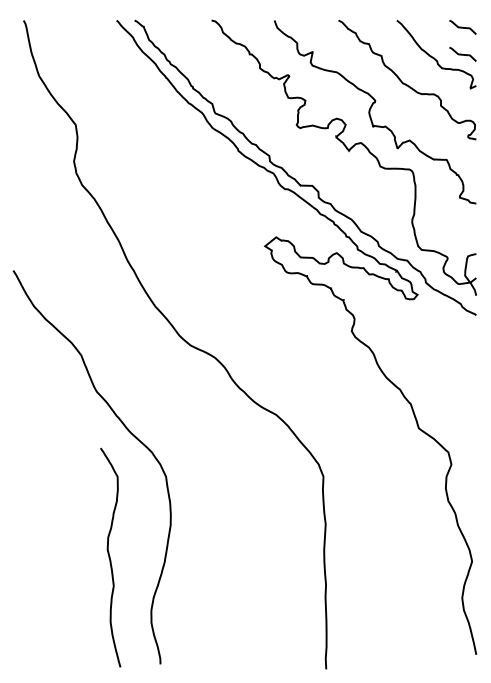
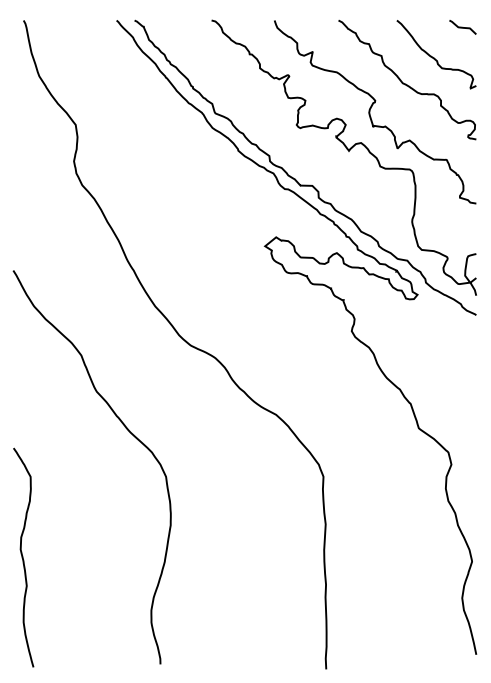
curve at (462, 54): present -> none
curve at (110, 557) position: (110, 557) -> (23, 557)
